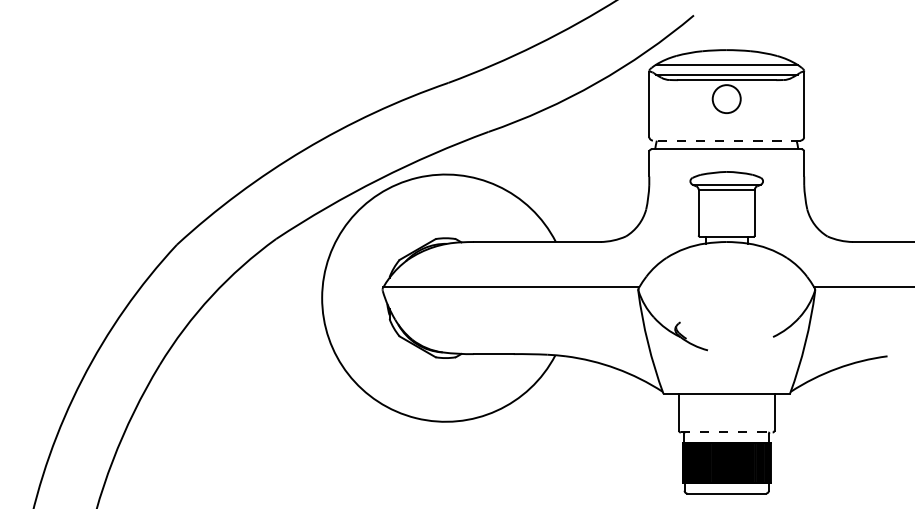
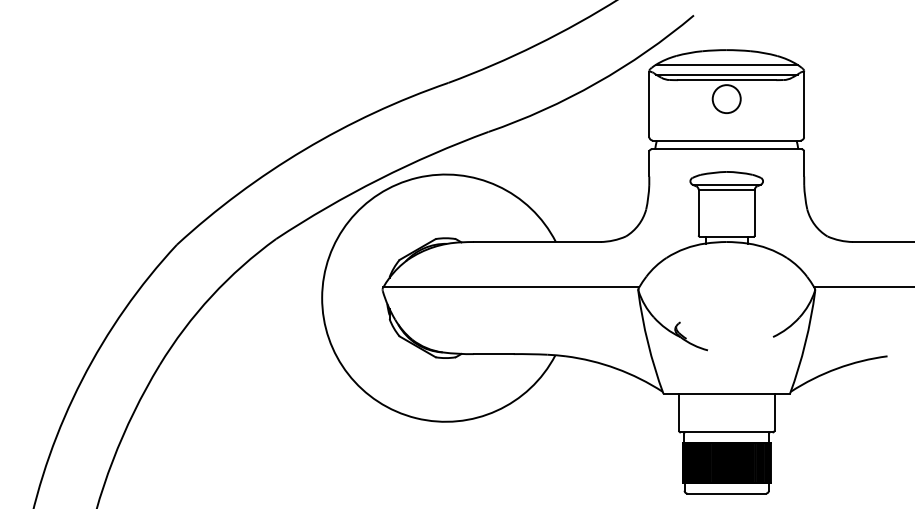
line at (726, 140): dashed -> solid
line at (726, 432): dashed -> solid
